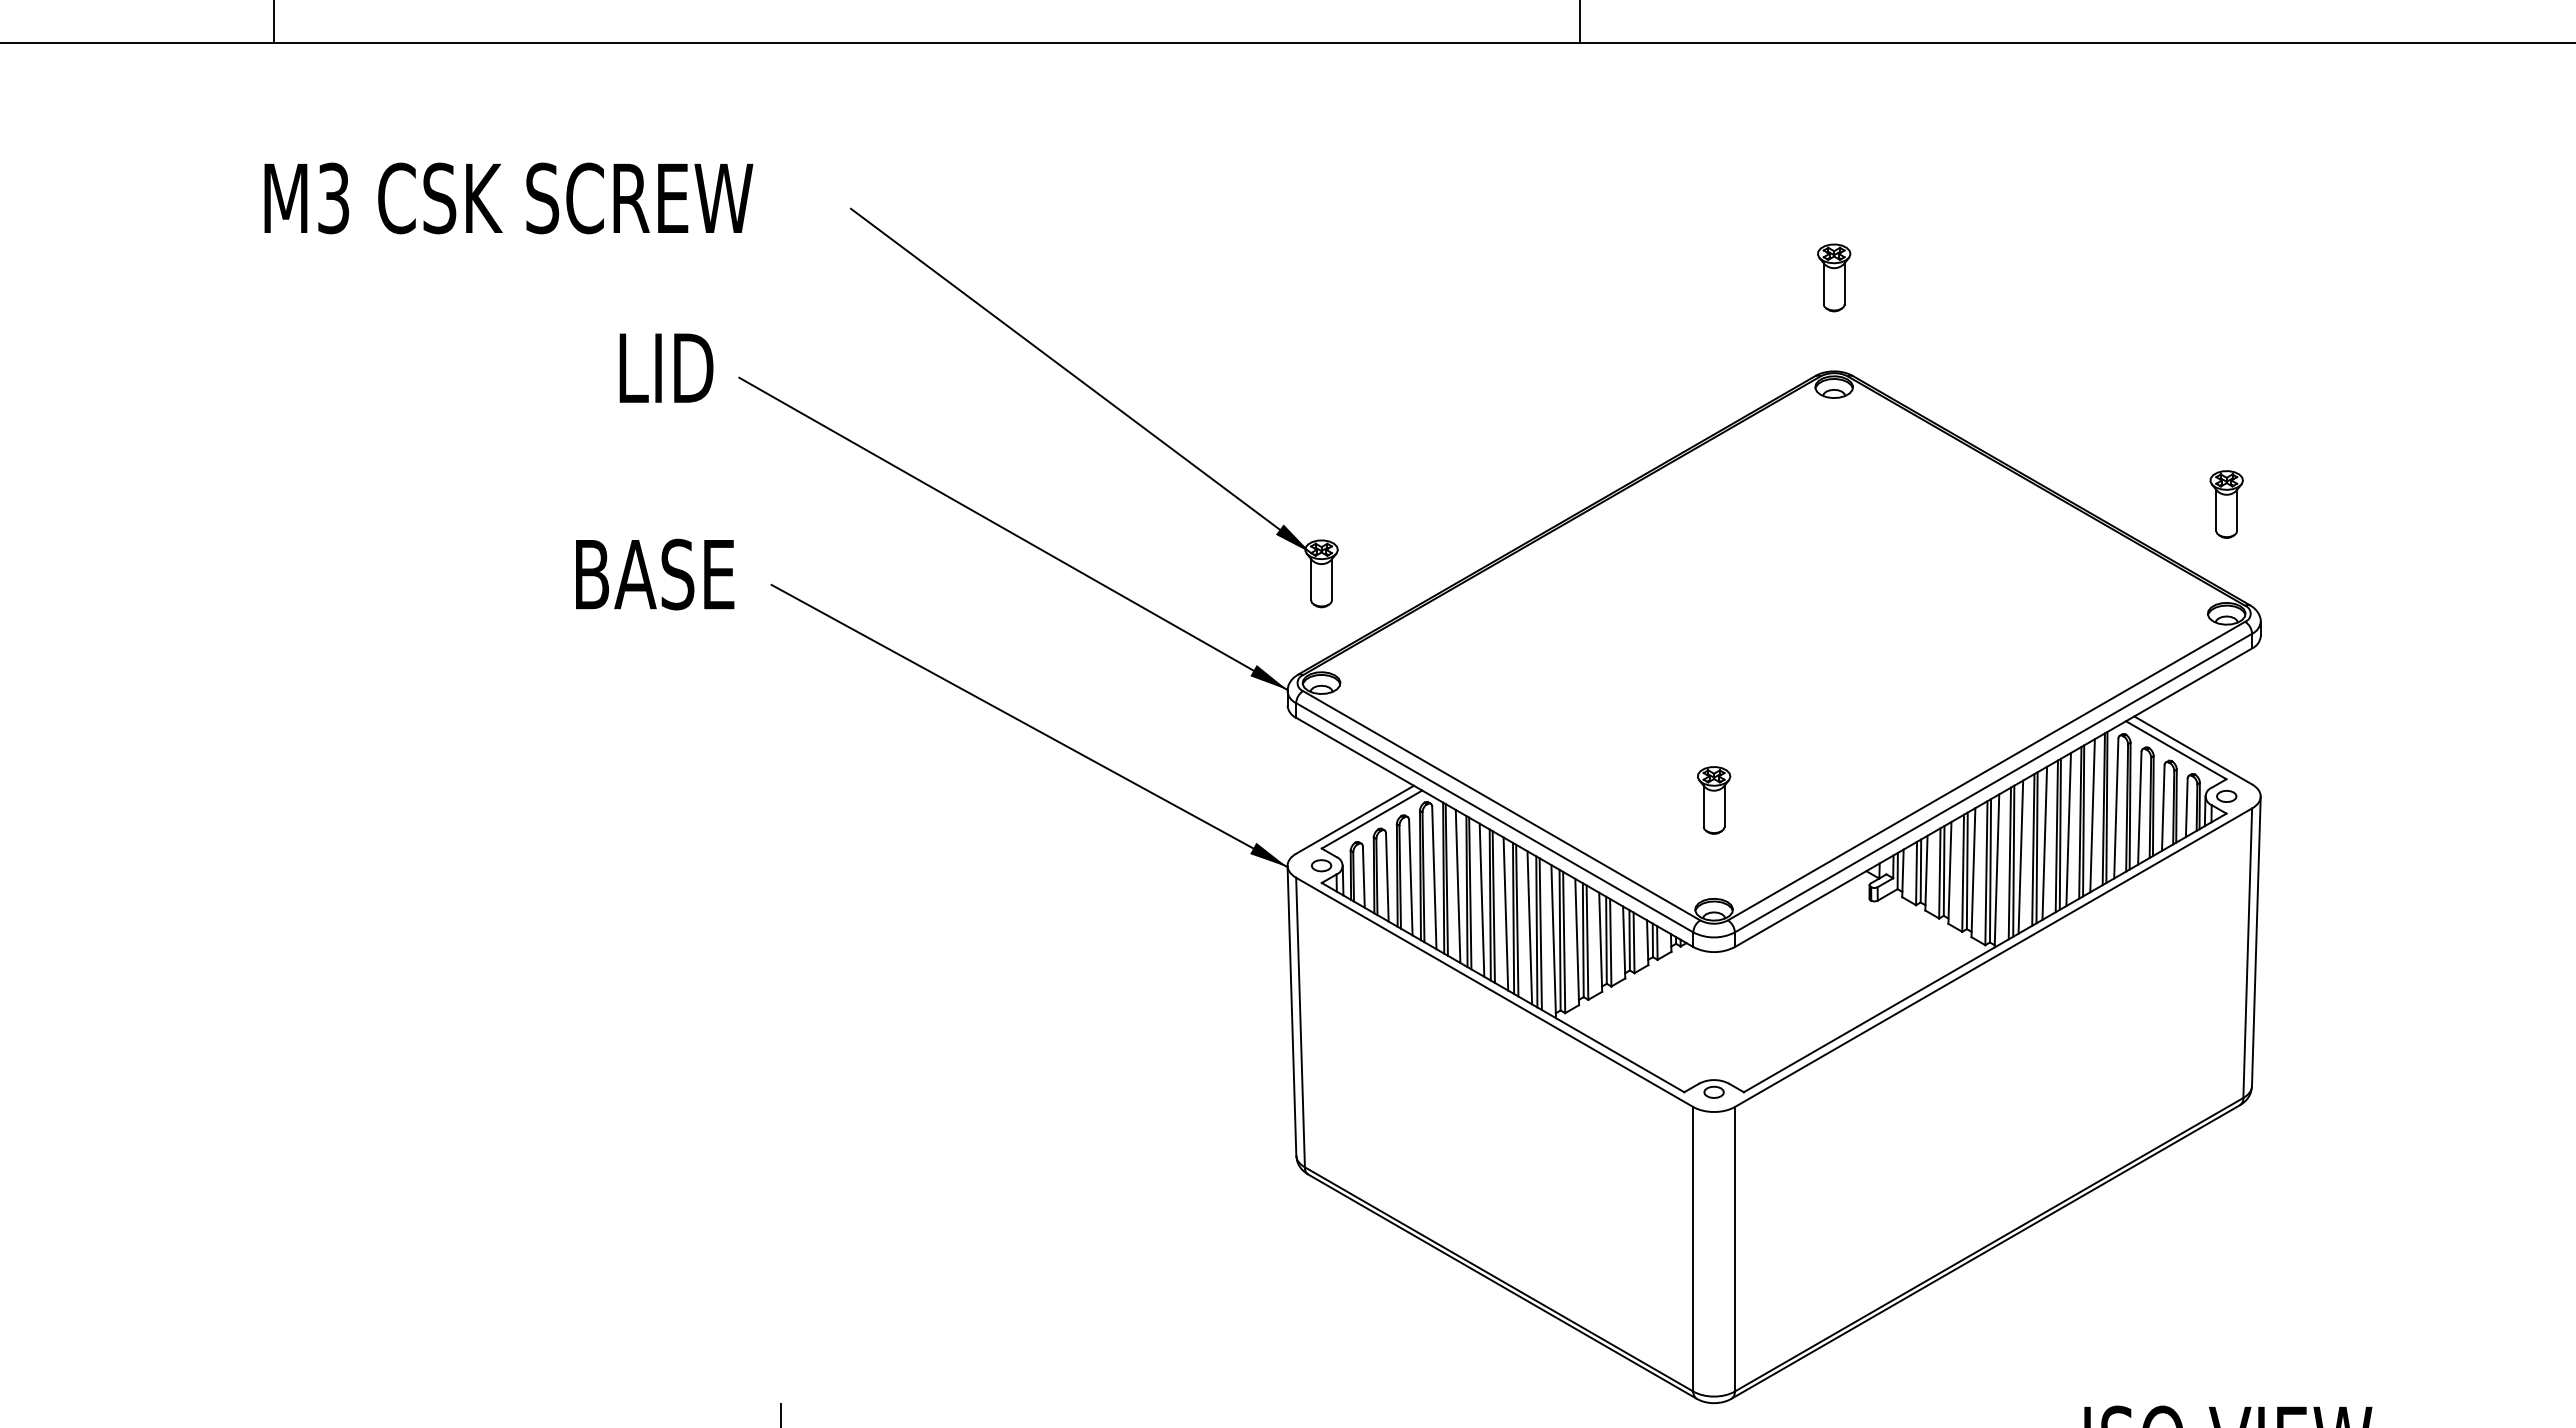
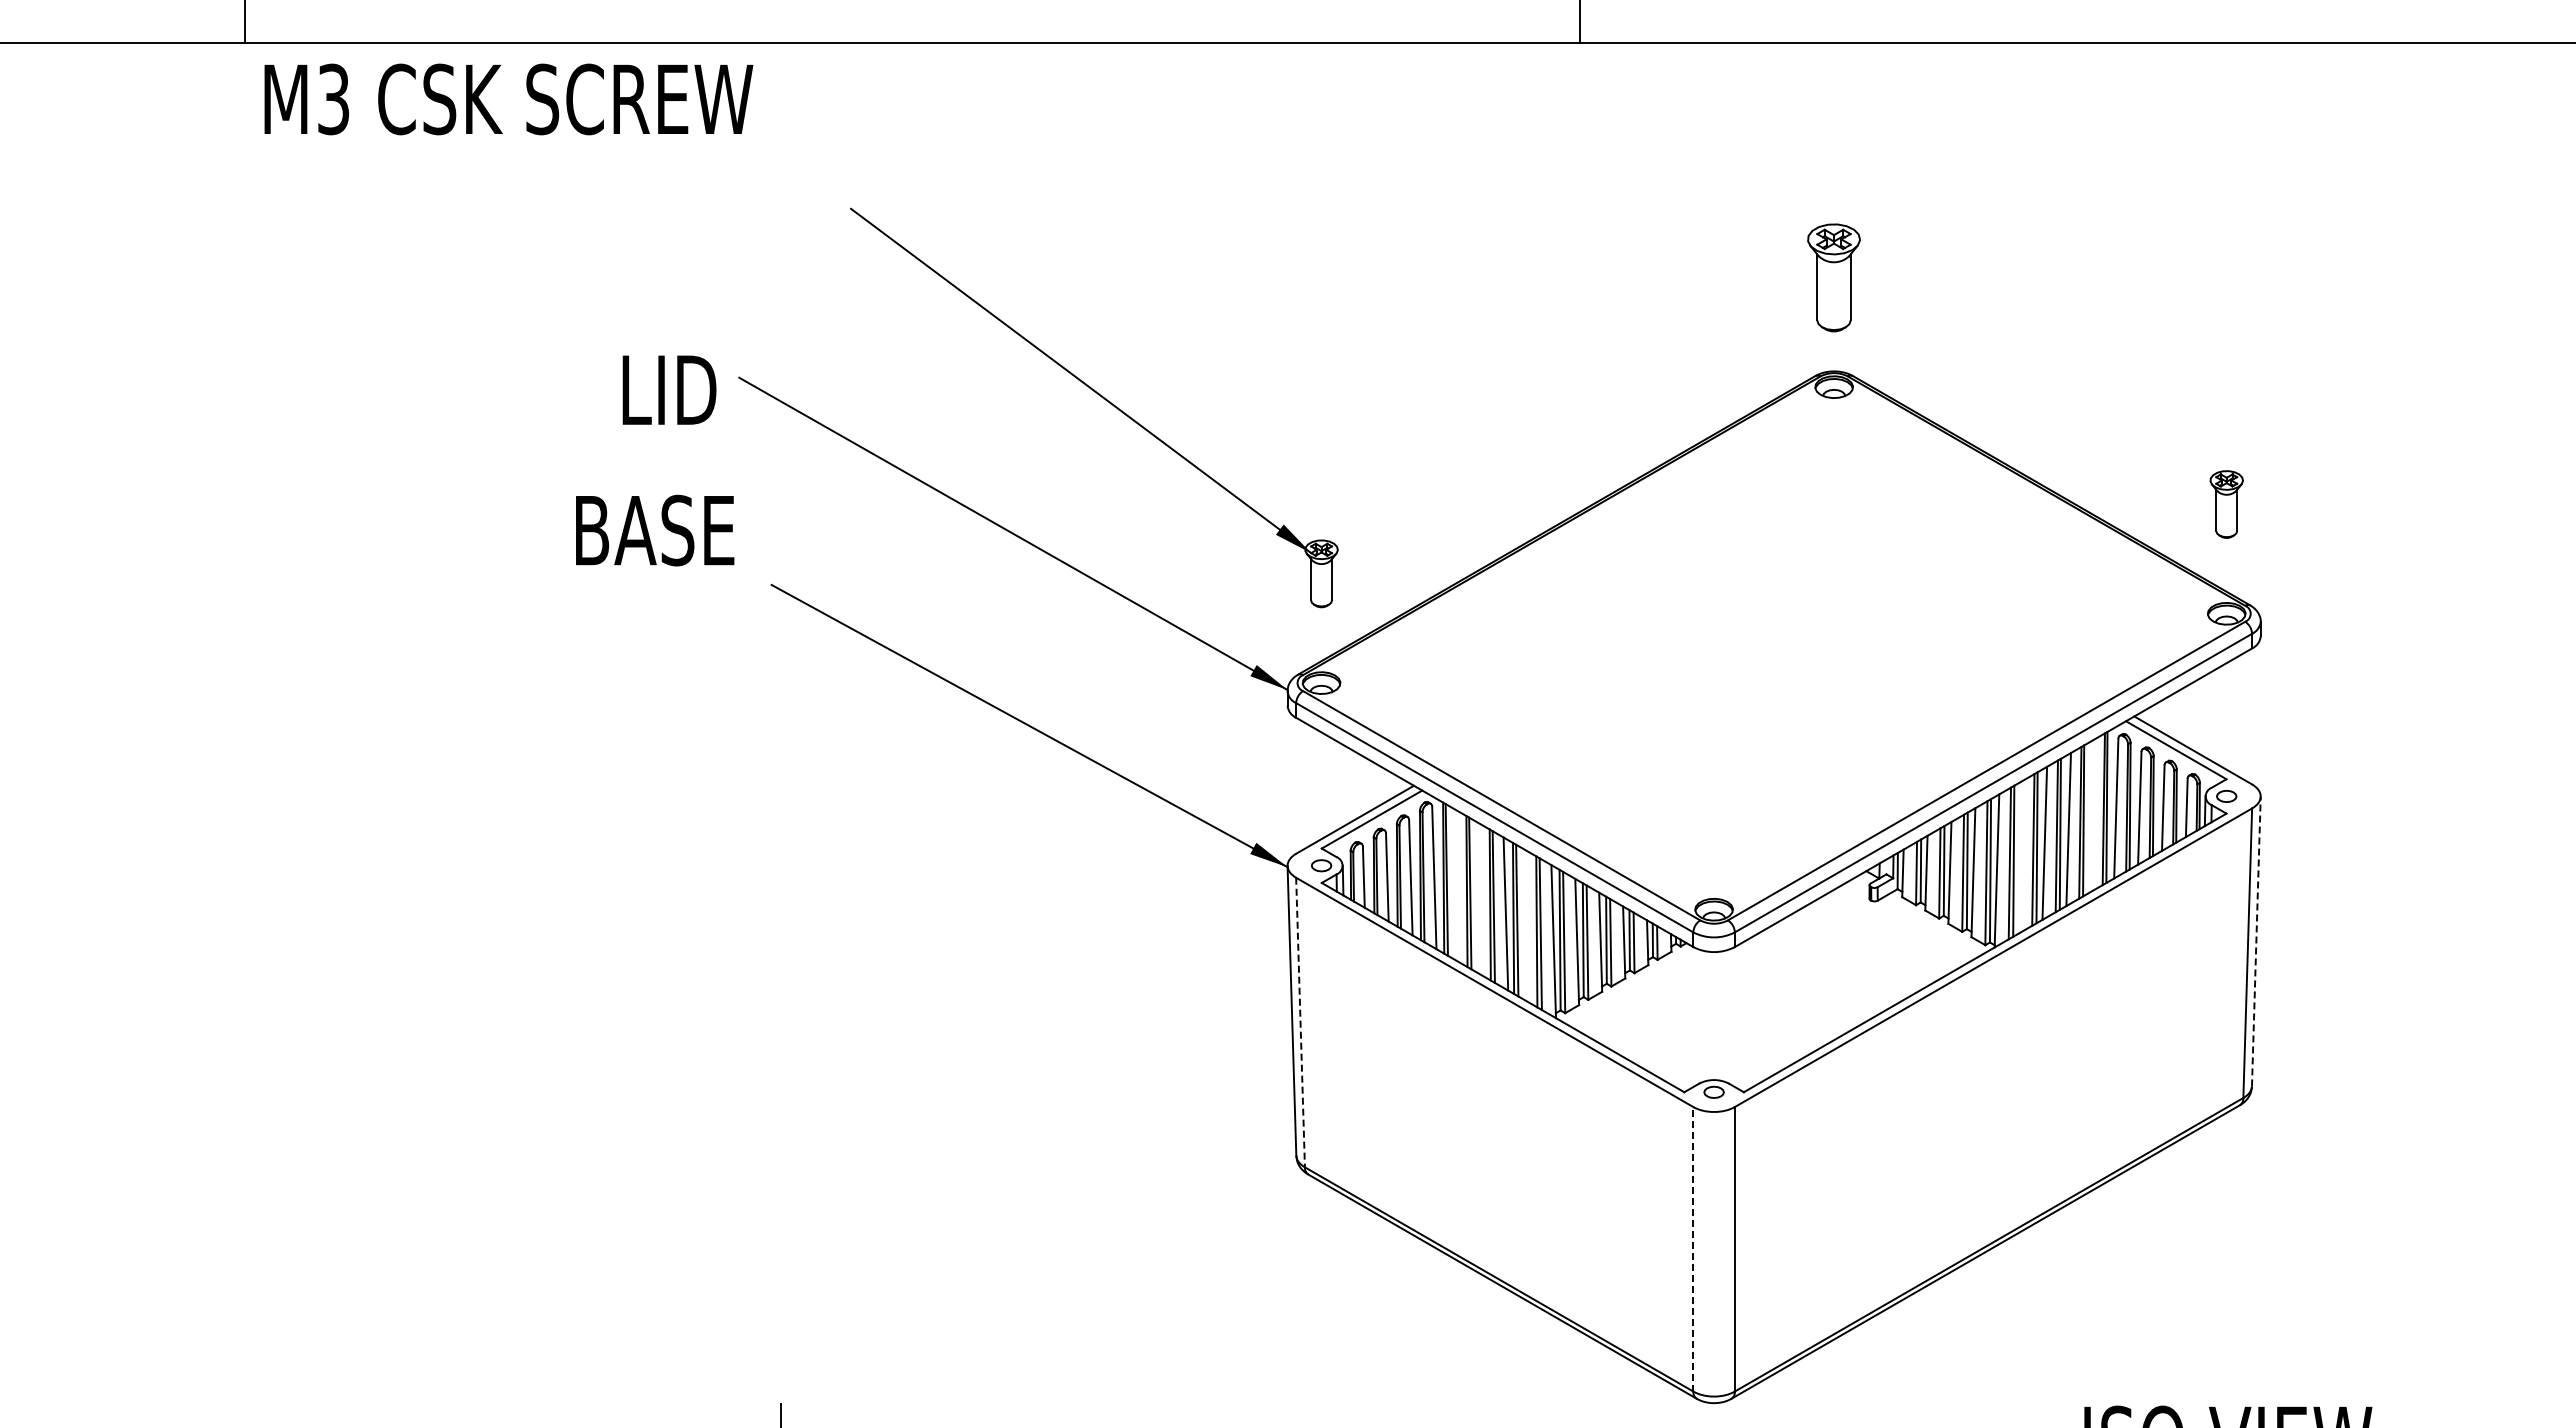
line at (274, 22) position: (274, 22) -> (245, 22)
text at (508, 198) position: (508, 198) -> (508, 99)
part at (1834, 277) size: 35x70 px -> 54x110 px
text at (666, 367) position: (666, 367) -> (669, 389)
text at (655, 574) position: (655, 574) -> (655, 530)
part at (1714, 800): present -> none
line at (2092, 815): present -> none
line at (2020, 856): present -> none
line at (1457, 885): present -> none
line at (1481, 899): present -> none
line at (1529, 927): present -> none
line at (2256, 941): solid -> dashed
line at (1300, 1022): solid -> dashed
line at (1693, 1248): solid -> dashed
